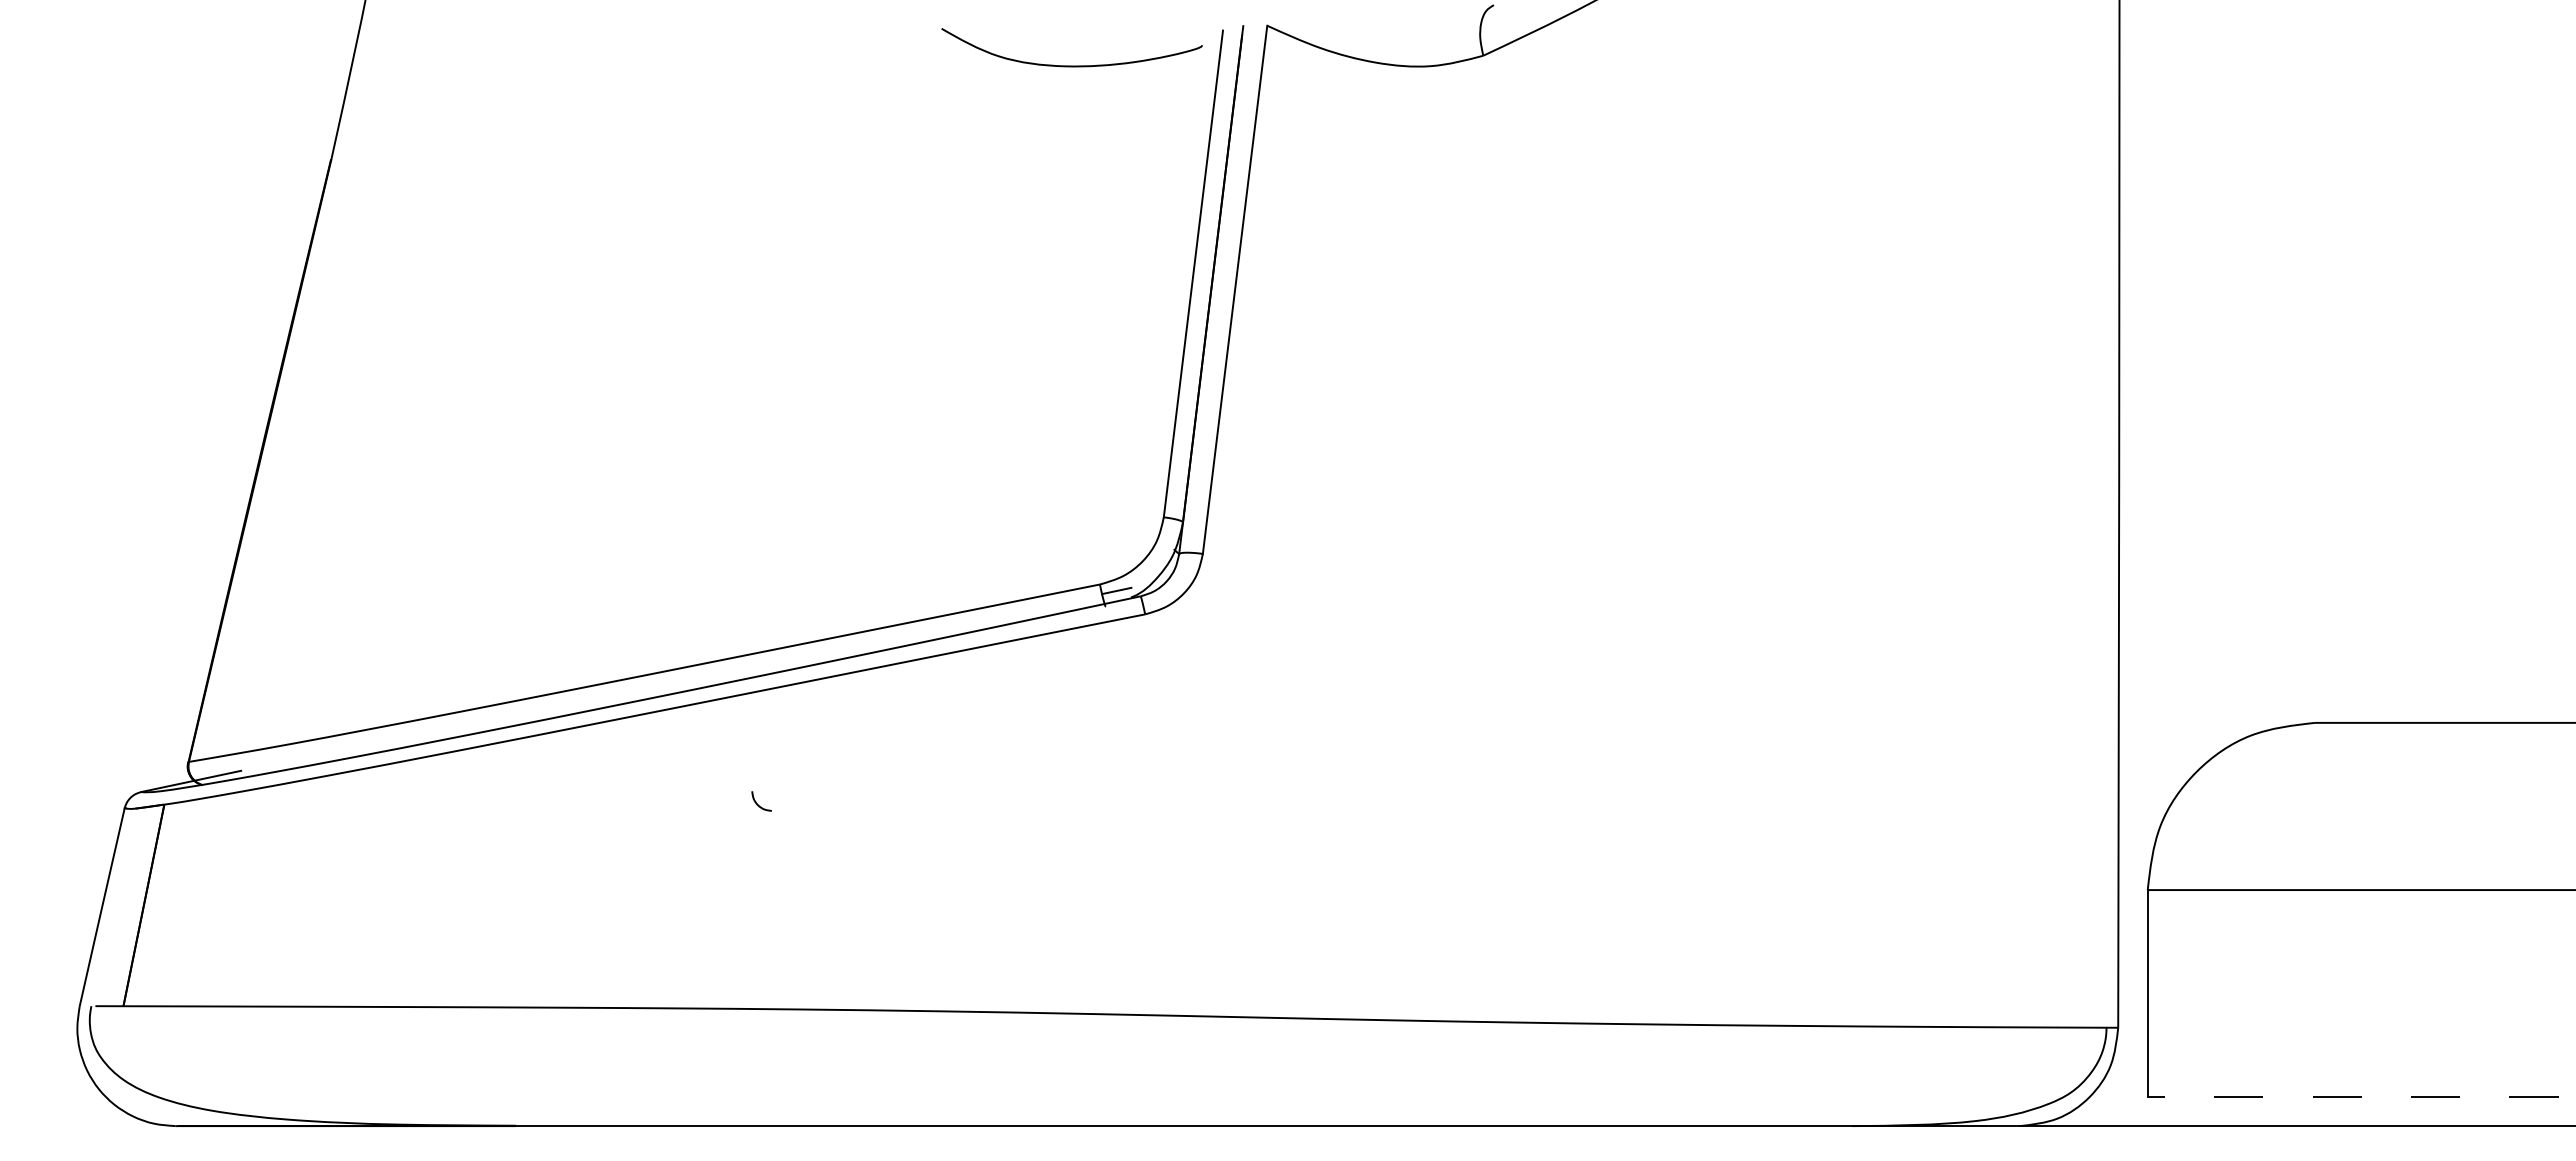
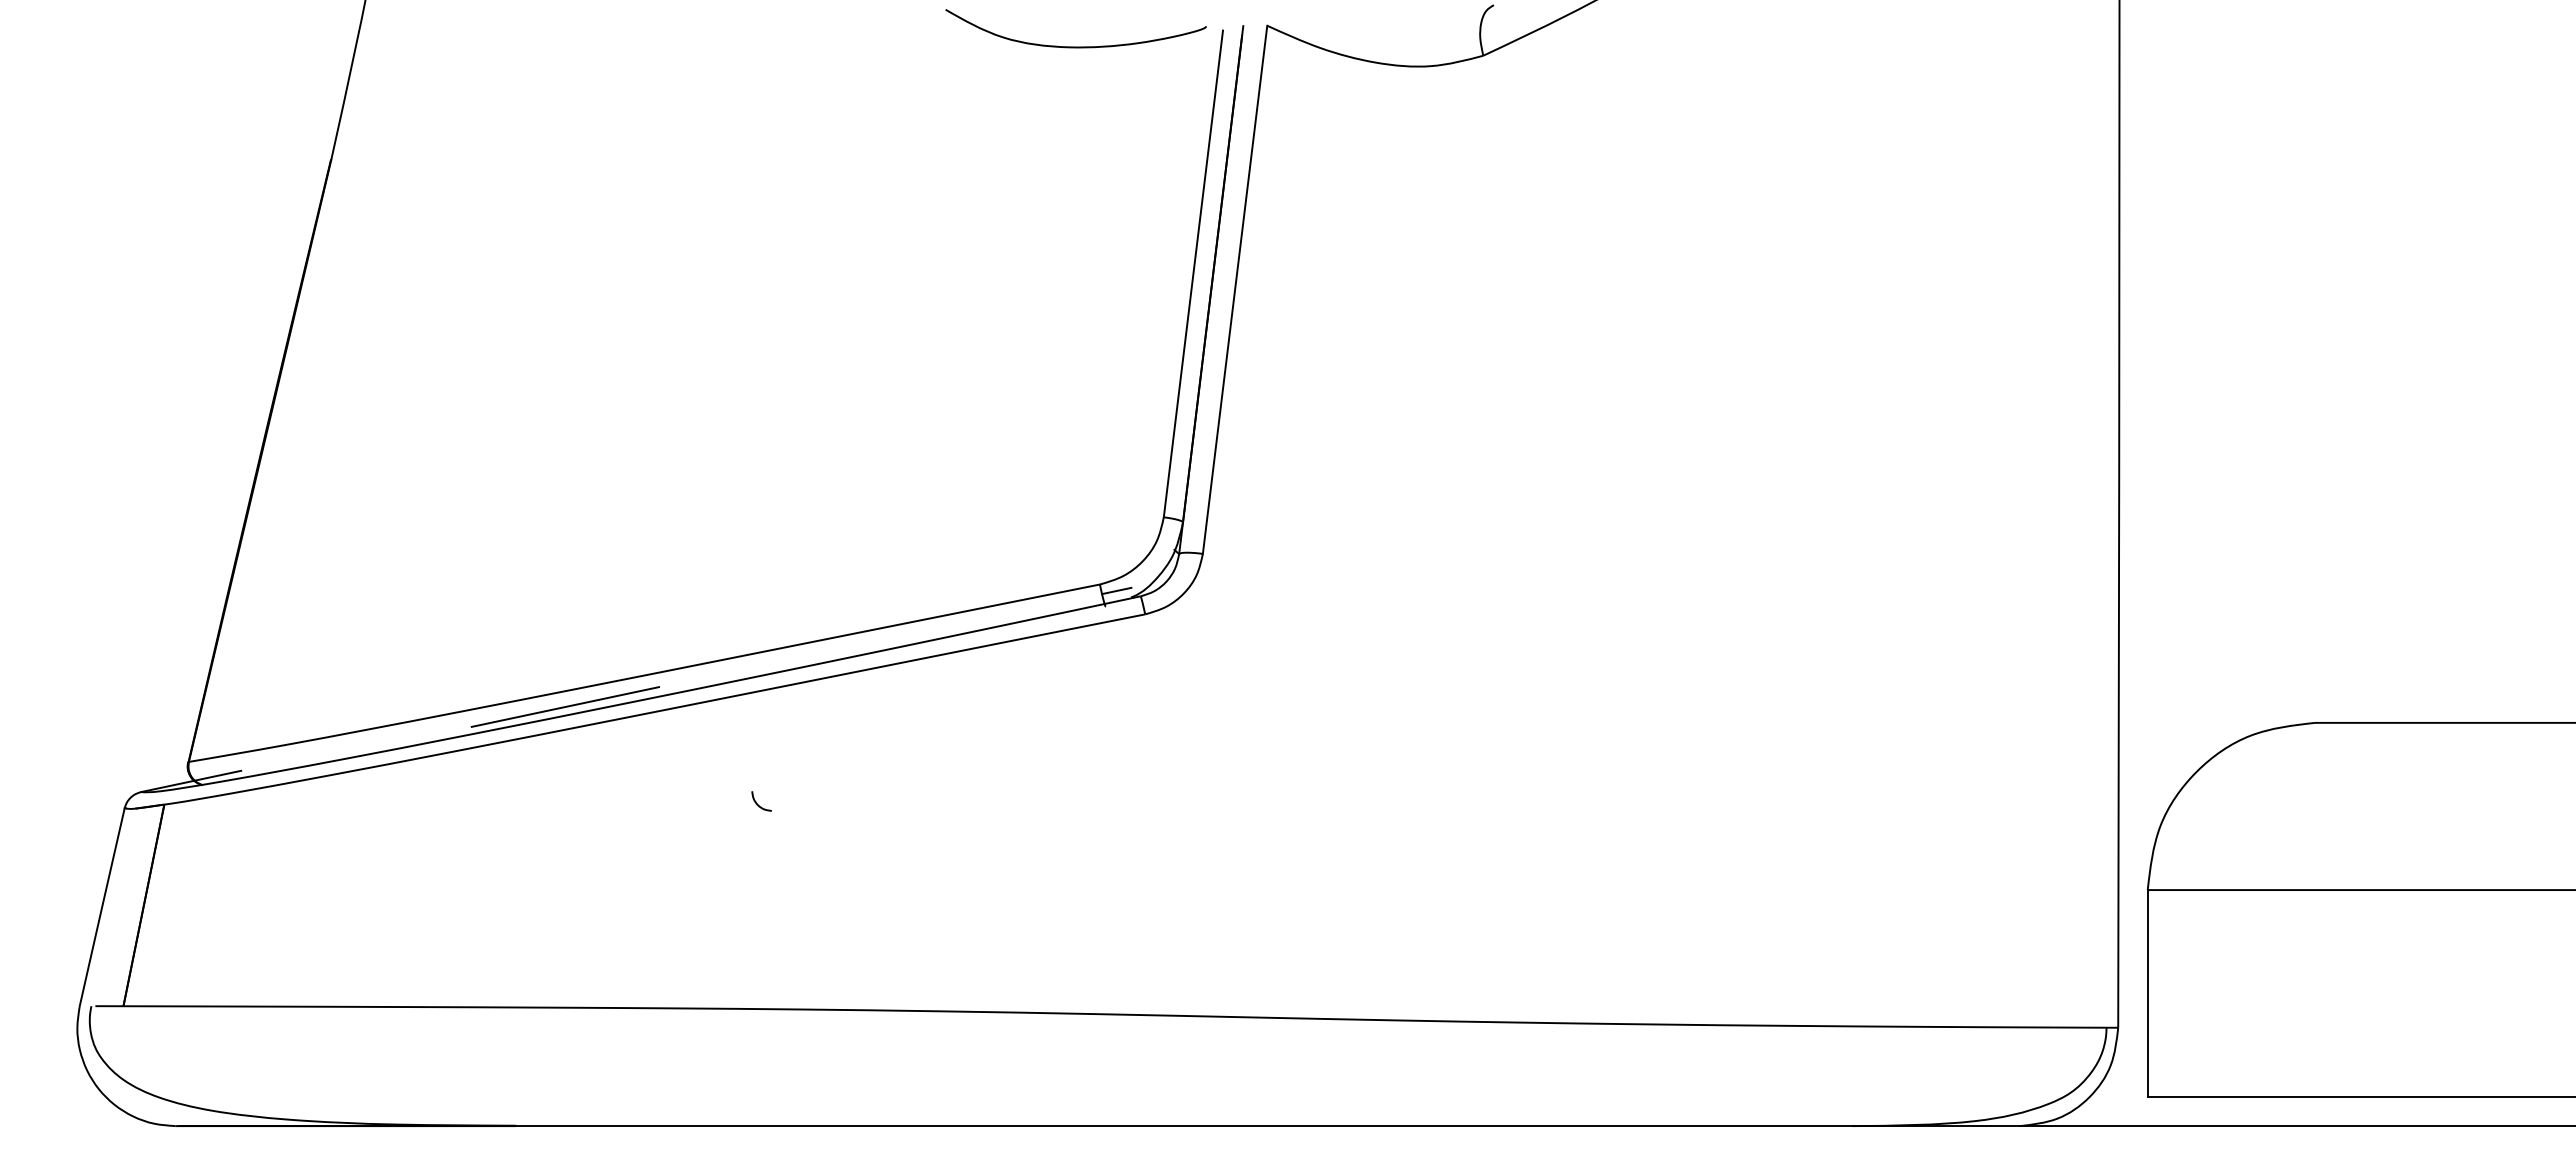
curve at (1071, 65) position: (1071, 65) -> (1075, 46)
line at (565, 706): none -> present
line at (2361, 1096): dashed -> solid
